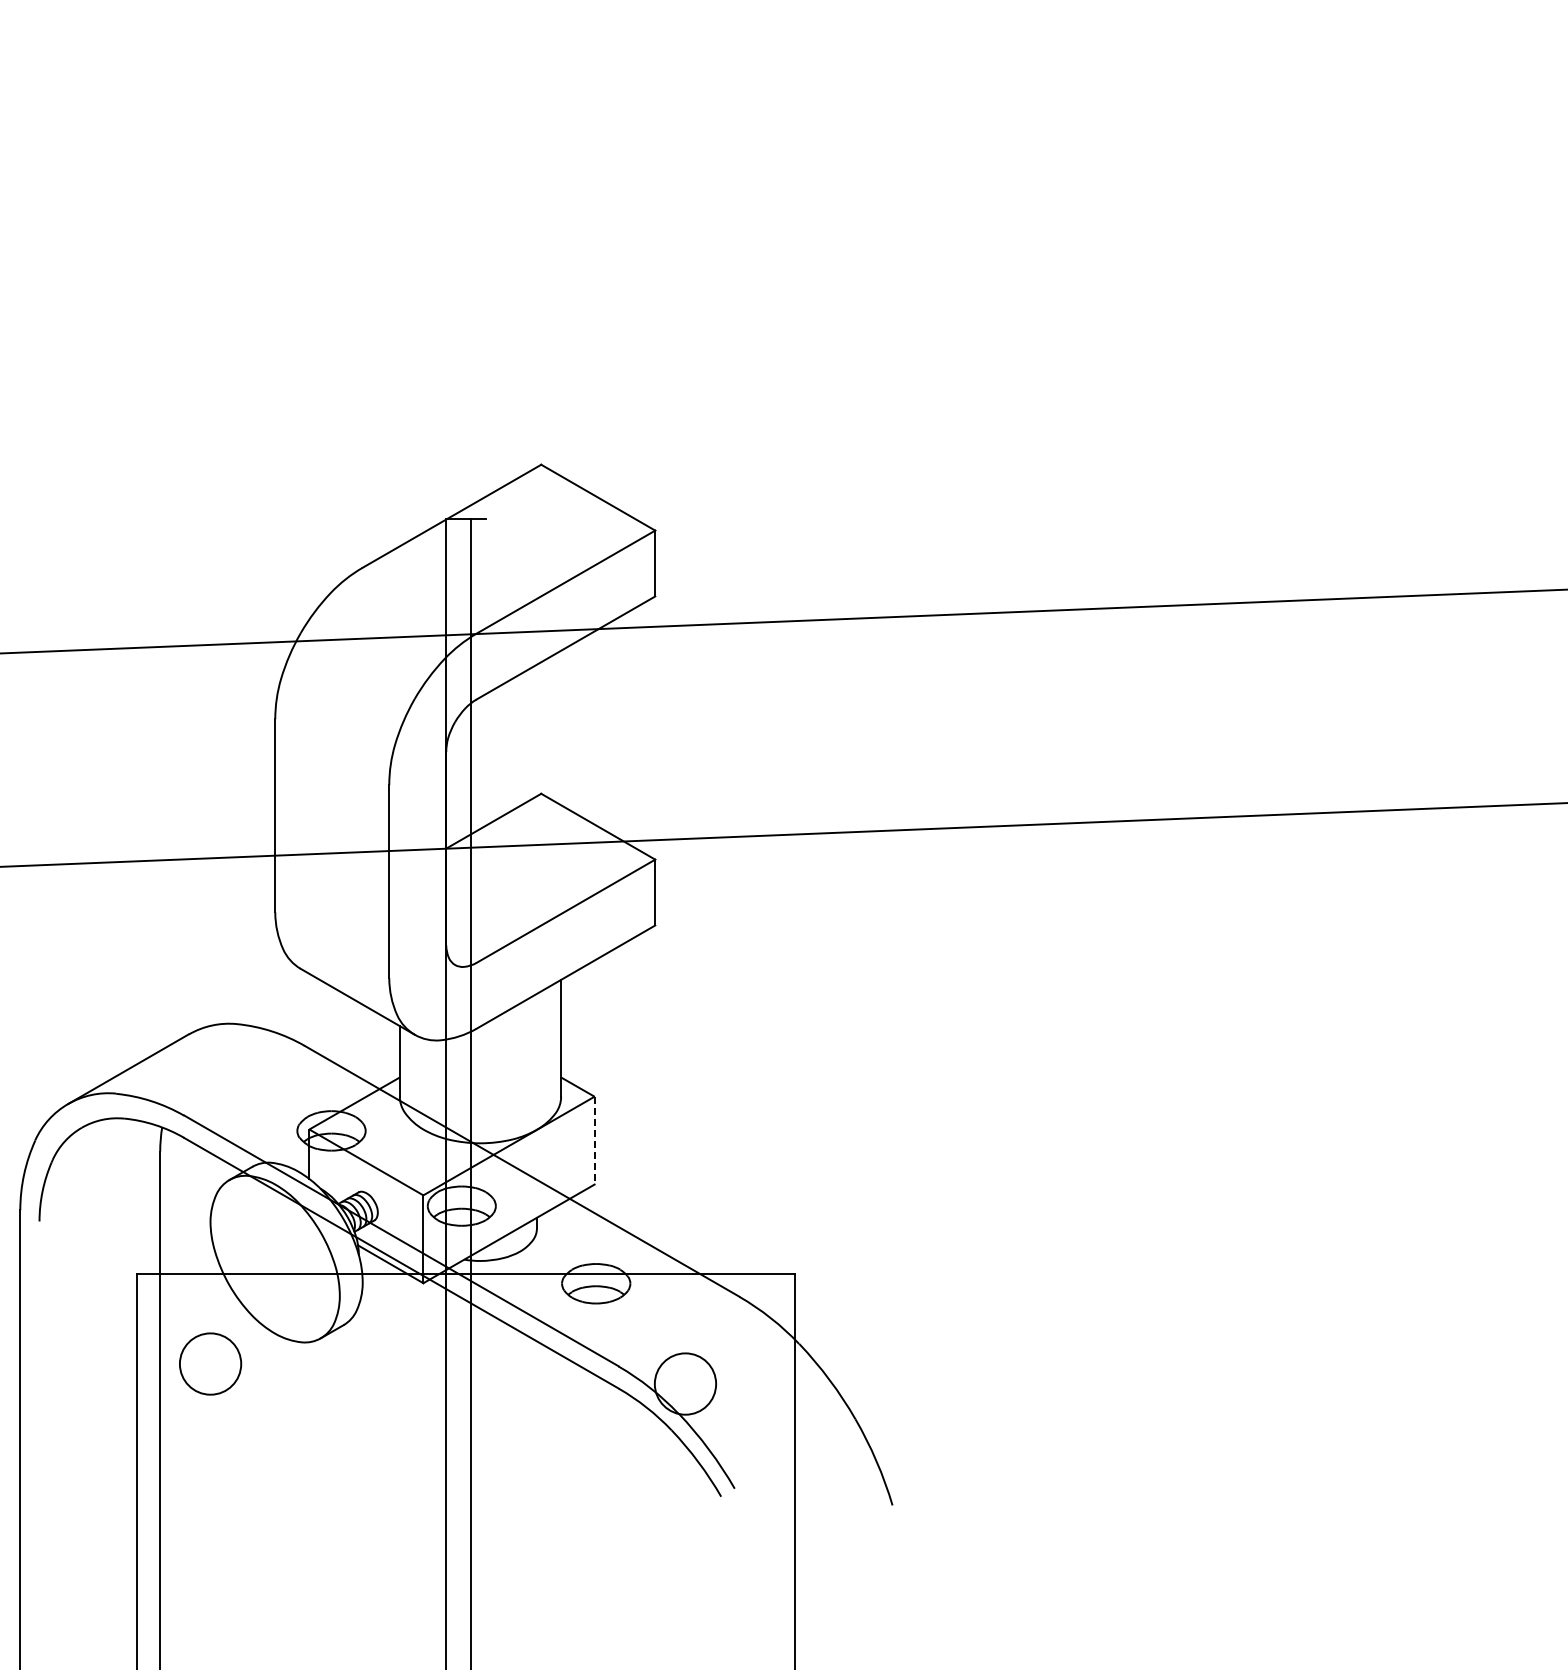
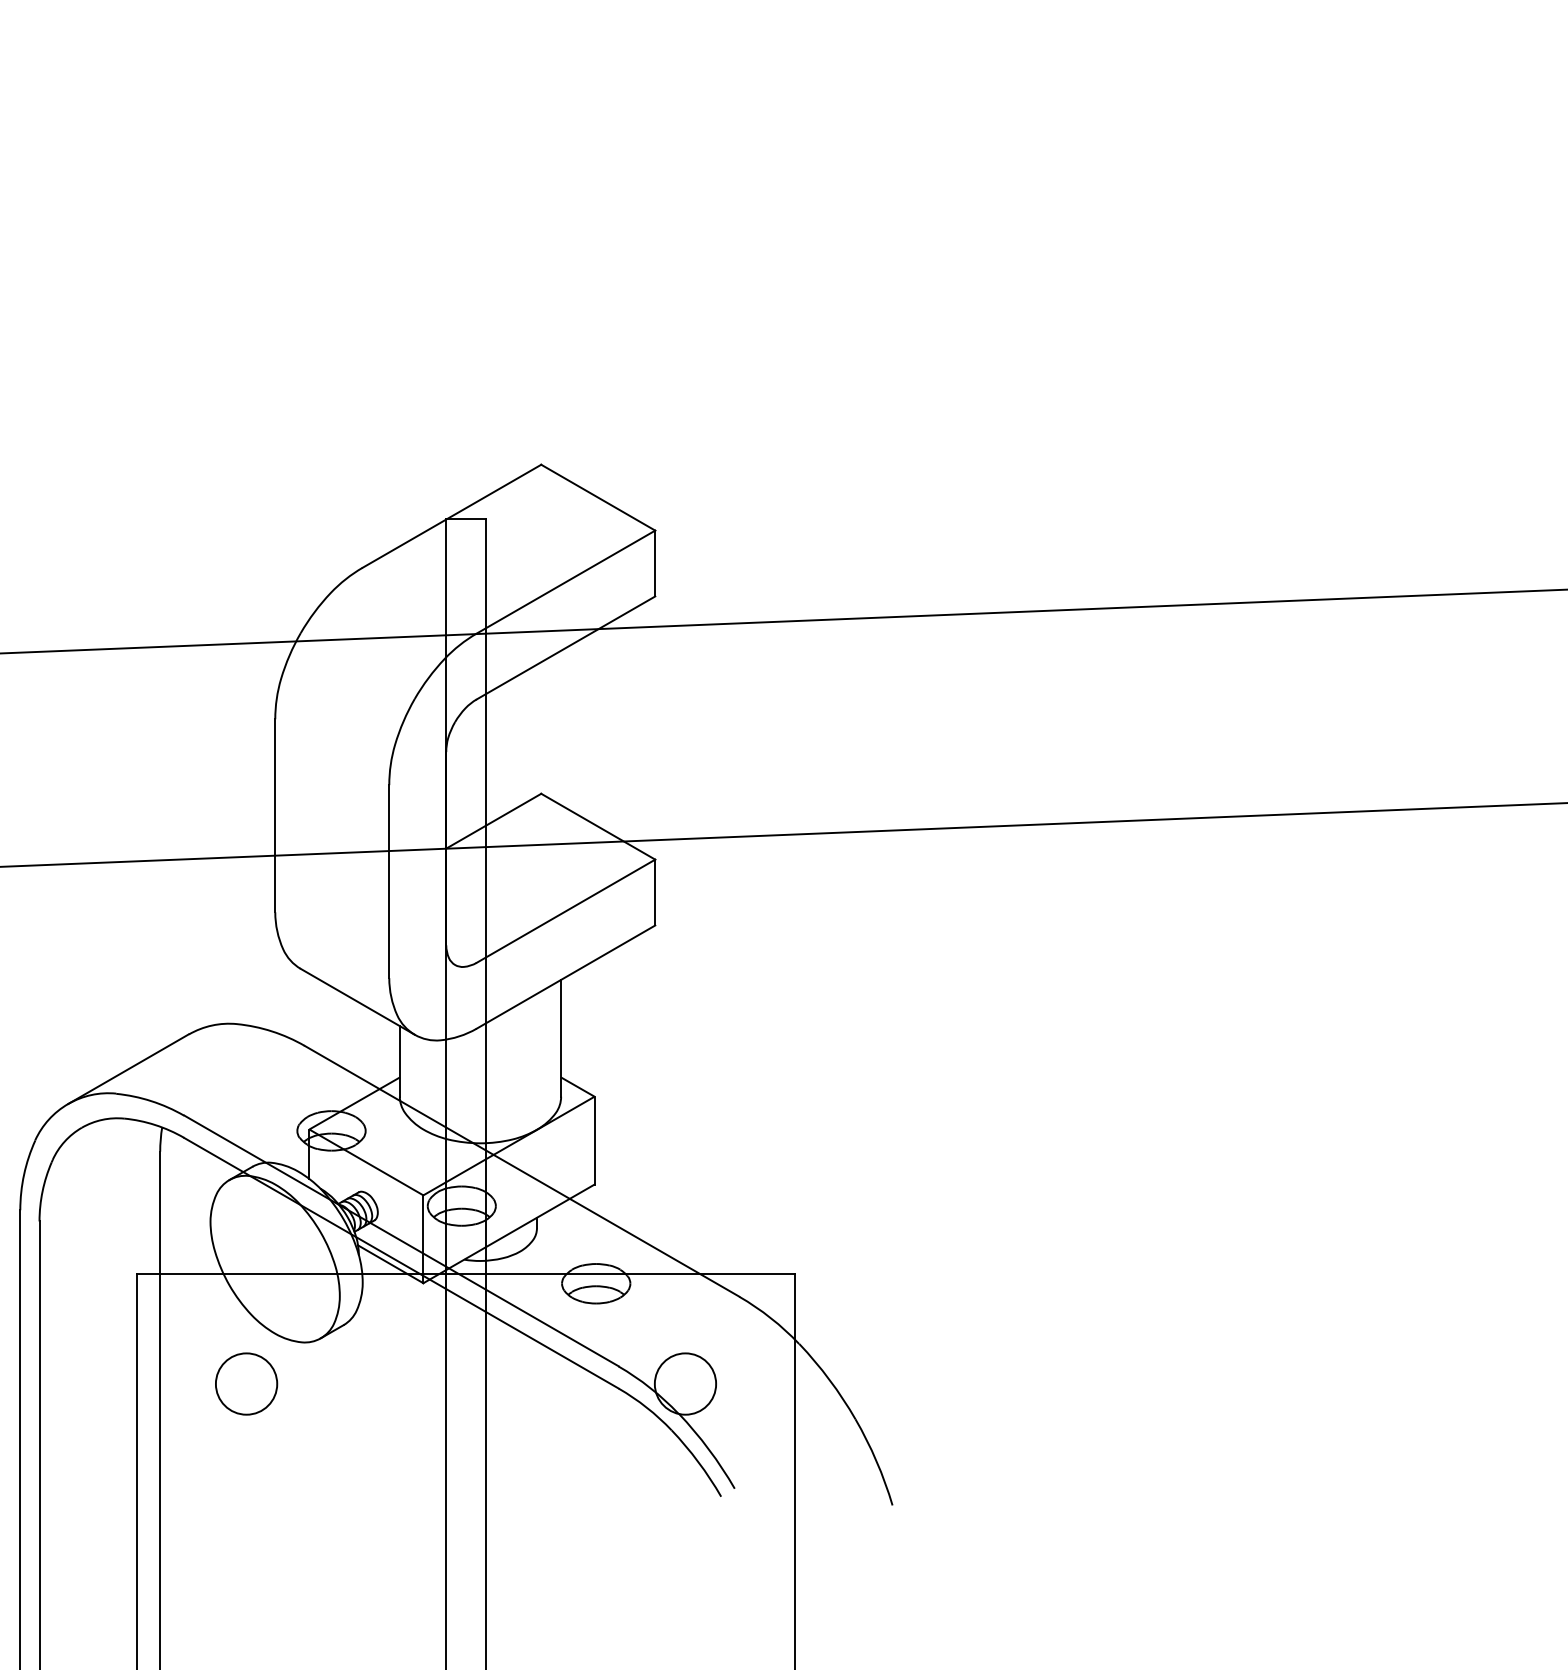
line at (470, 1092) position: (470, 1092) -> (485, 1092)
line at (594, 1140): dashed -> solid
circle at (210, 1363) position: (210, 1363) -> (246, 1383)
line at (39, 1443): none -> present
